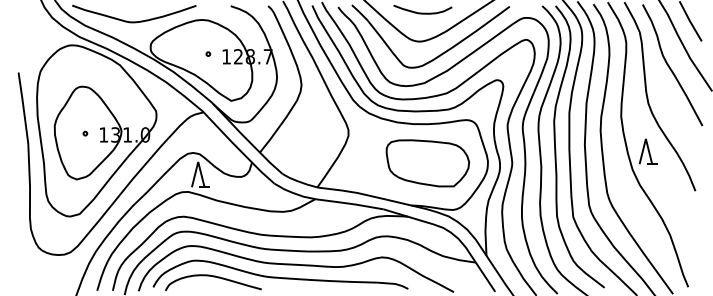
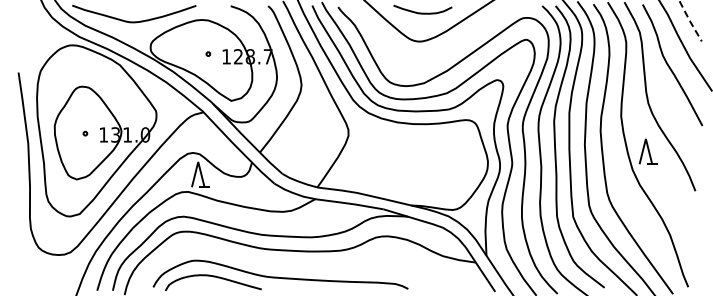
line at (689, 21): solid -> dashed
curve at (442, 52): present -> none
part at (427, 163): present -> none
curve at (296, 265): present -> none
